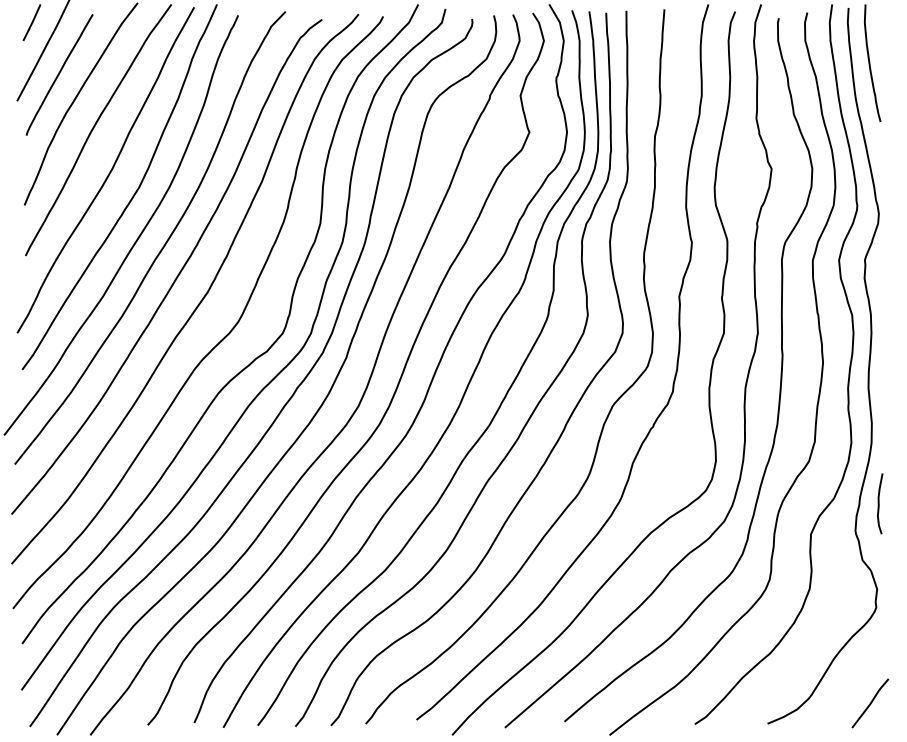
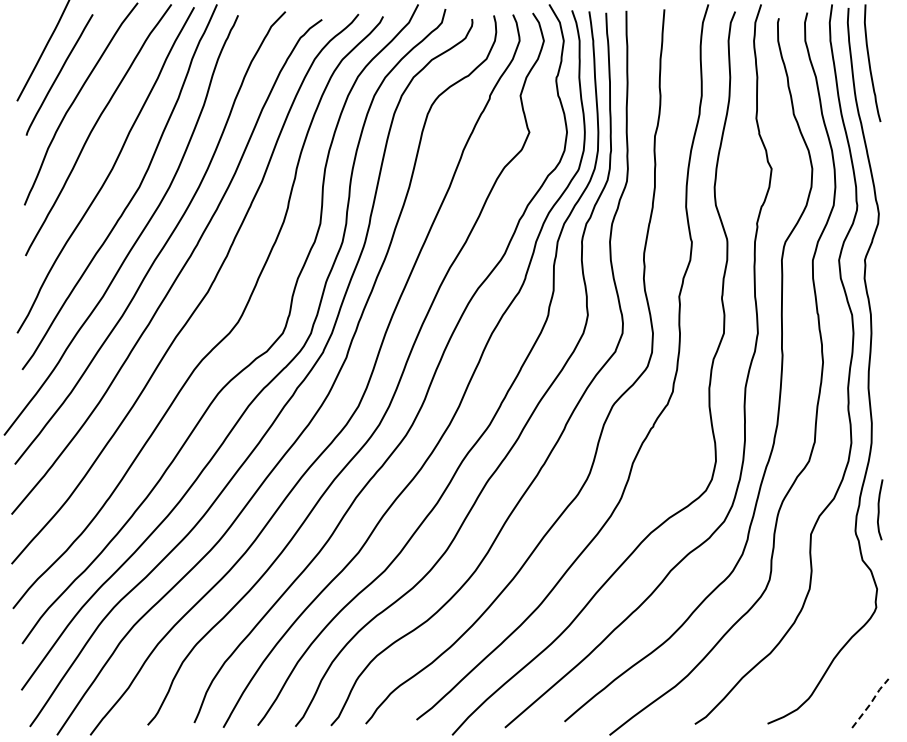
line at (31, 22): present -> none
curve at (879, 503) position: (879, 503) -> (879, 509)
line at (870, 703): solid -> dashed
